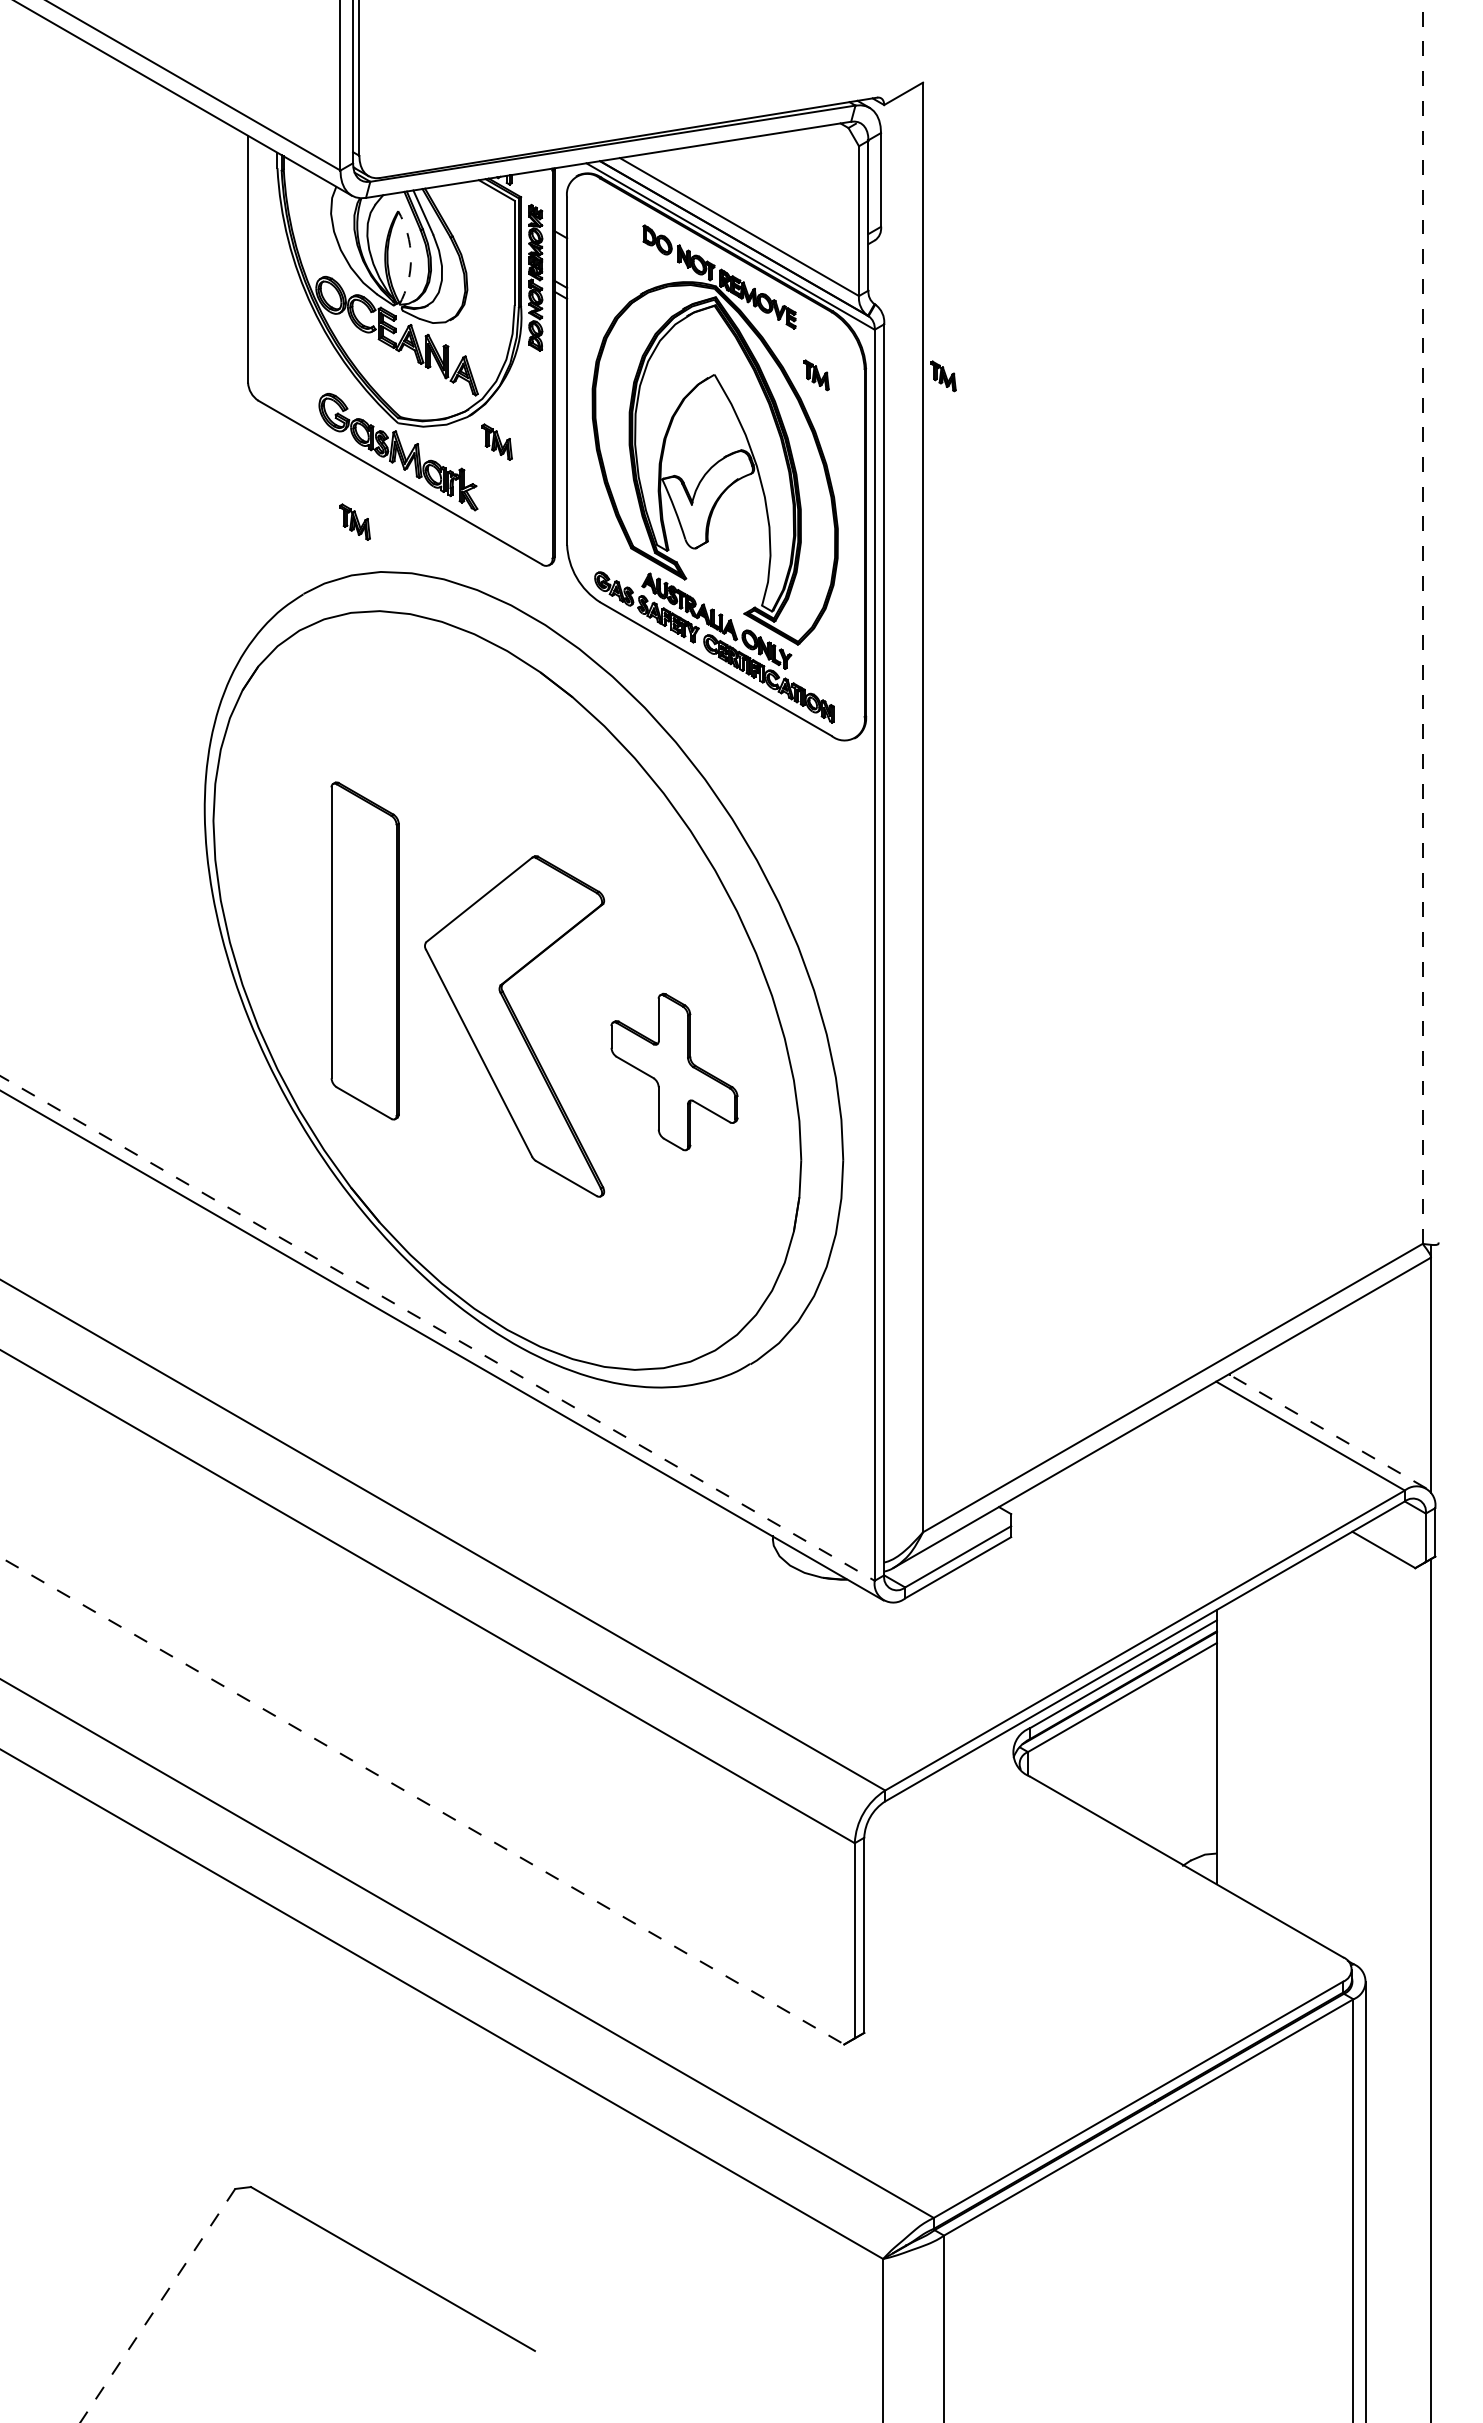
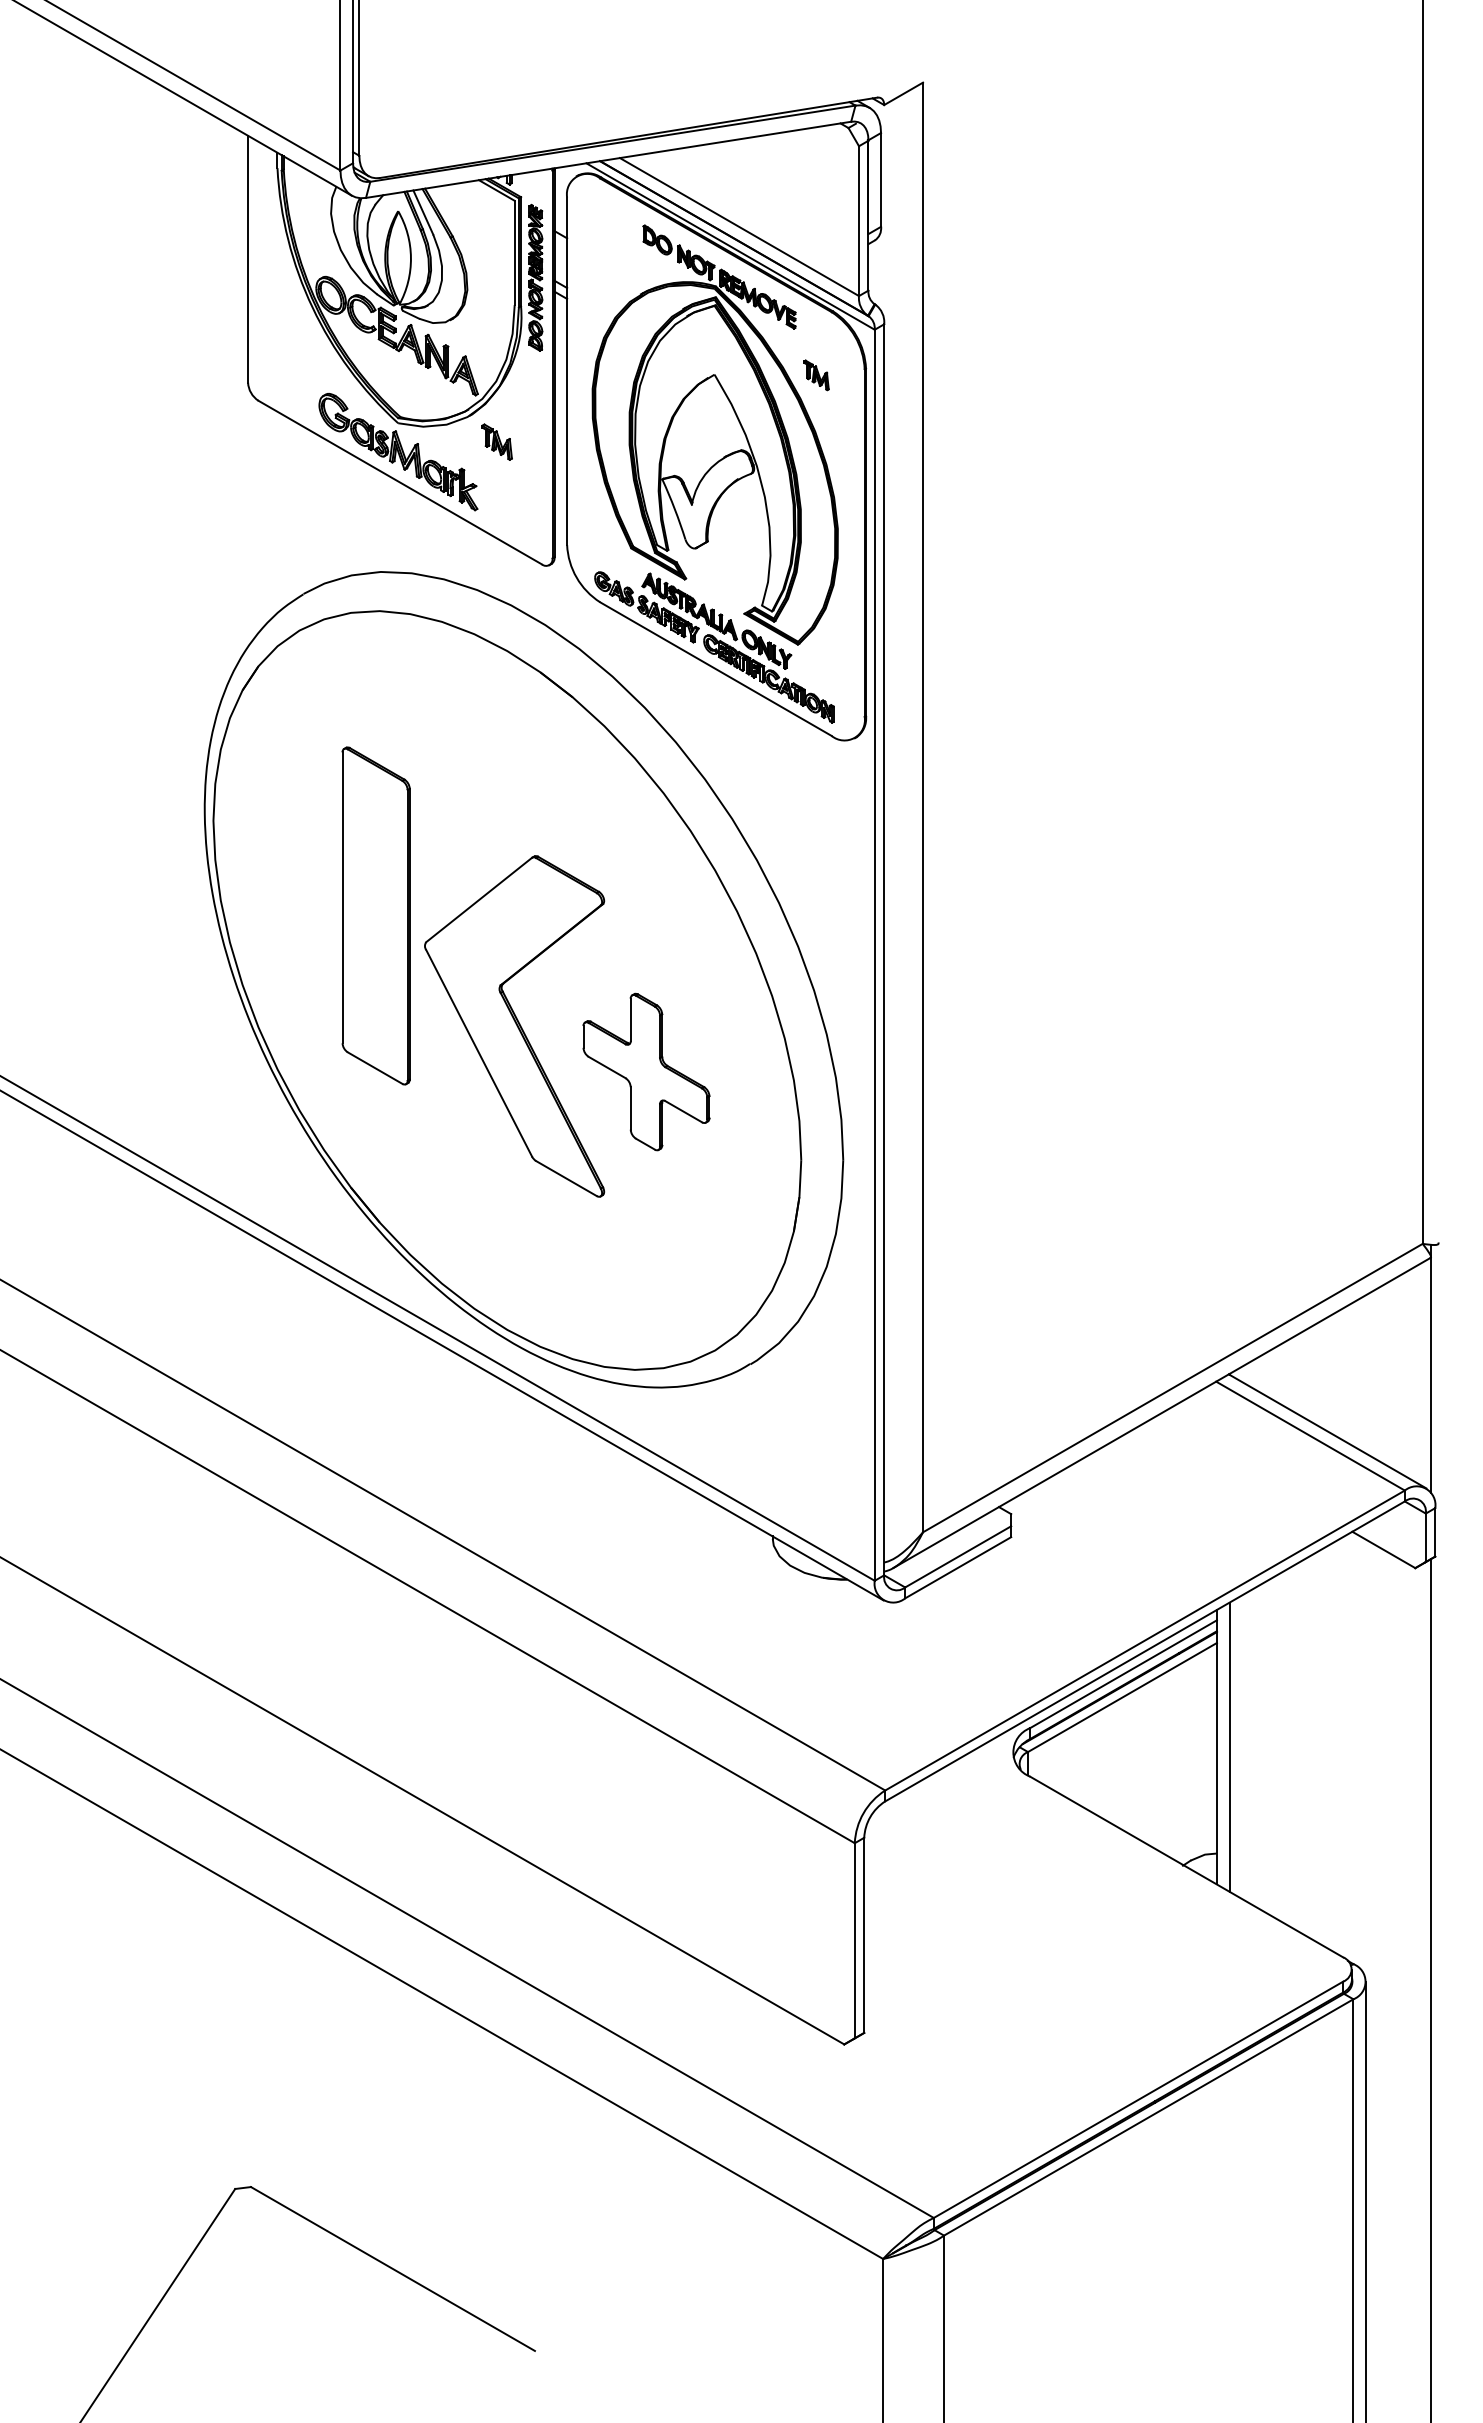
arc at (410, 257): dashed -> solid
part at (943, 376): present -> none
part at (354, 521): present -> none
line at (1422, 622): dashed -> solid
part at (364, 950) position: (364, 950) -> (375, 915)
part at (674, 1071) position: (674, 1071) -> (646, 1071)
line at (437, 1328): dashed -> solid
line at (1327, 1431): dashed -> solid
line at (1229, 1746): none -> present
line at (422, 1801): dashed -> solid
line at (157, 2306): dashed -> solid
